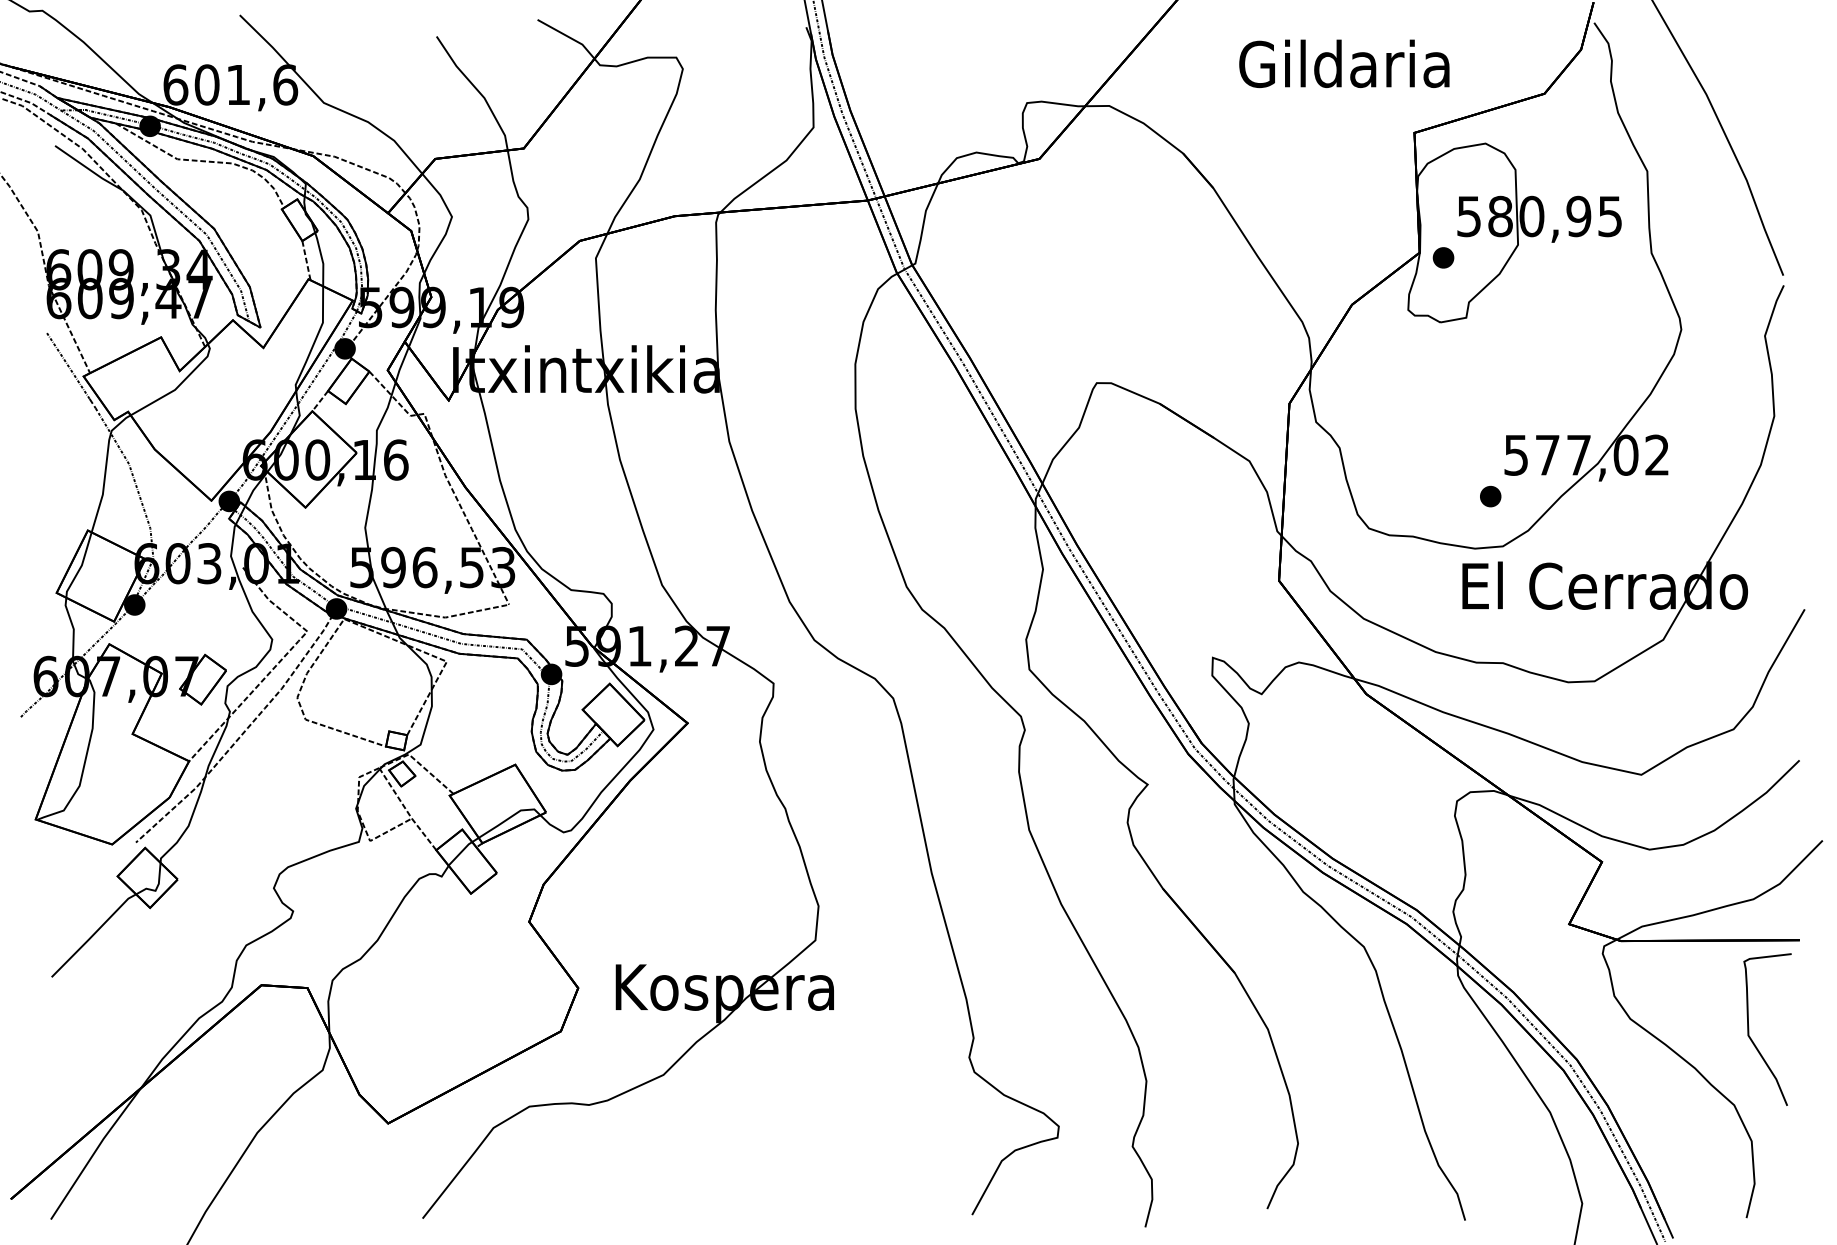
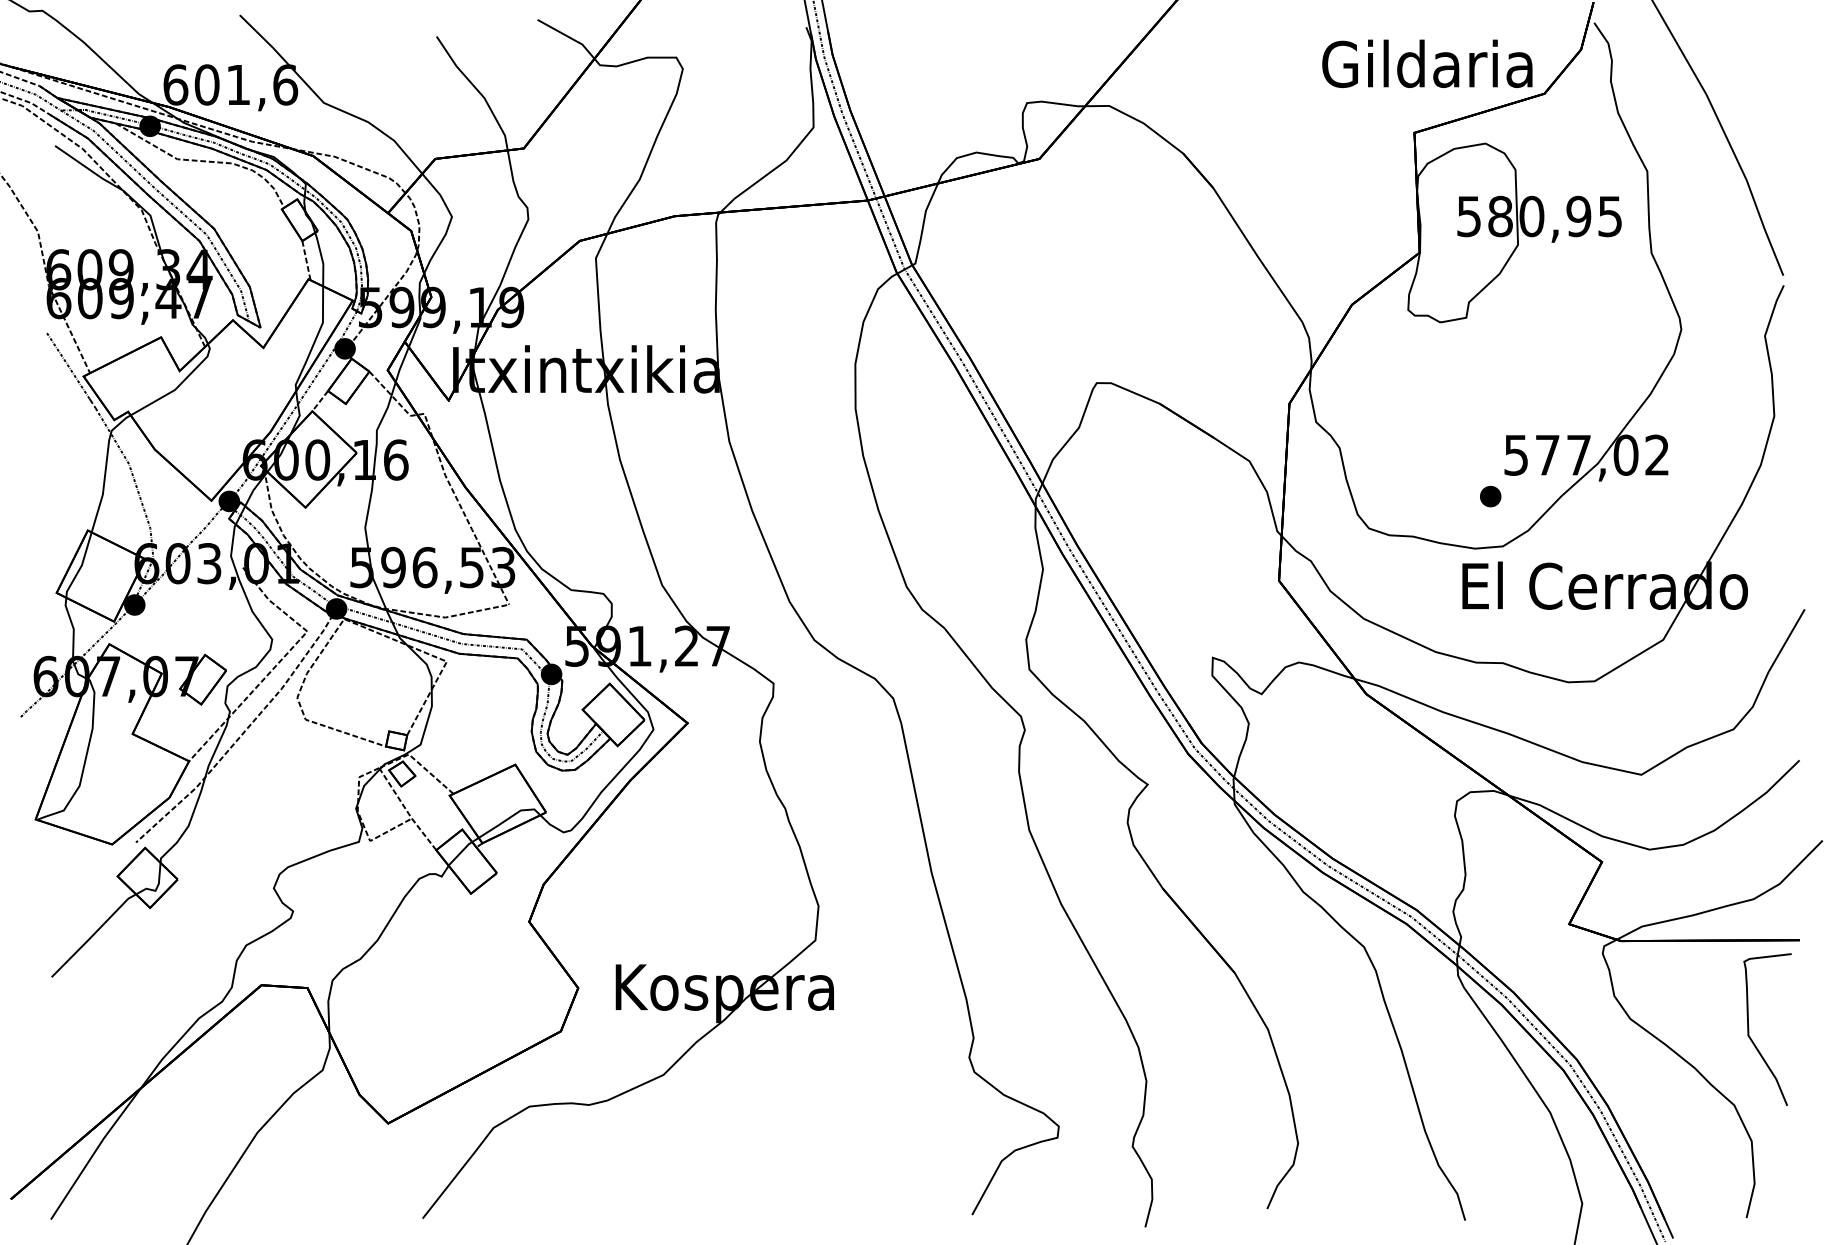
text at (1344, 63) position: (1344, 63) -> (1427, 63)
part at (1443, 257): present -> none
